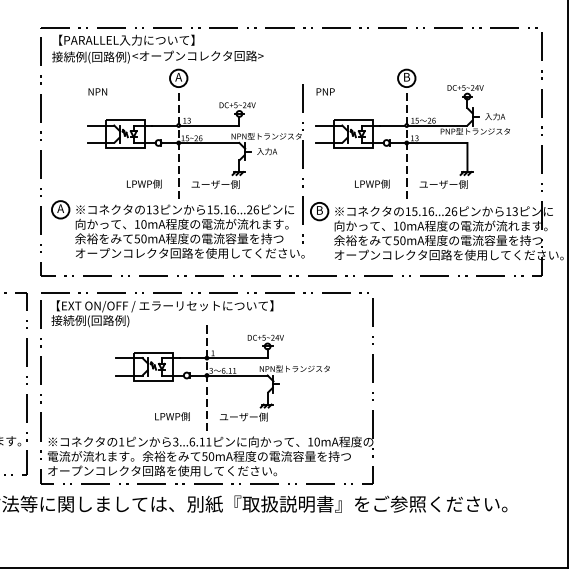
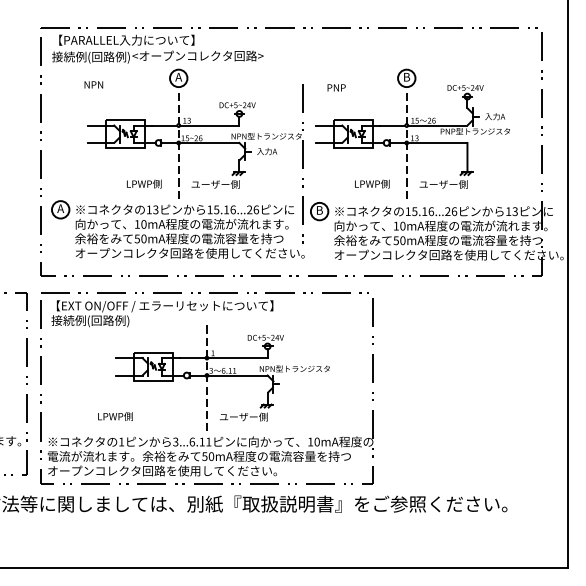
text at (97, 91) position: (97, 91) -> (93, 84)
text at (325, 91) position: (325, 91) -> (336, 87)
text at (172, 416) position: (172, 416) -> (115, 416)
